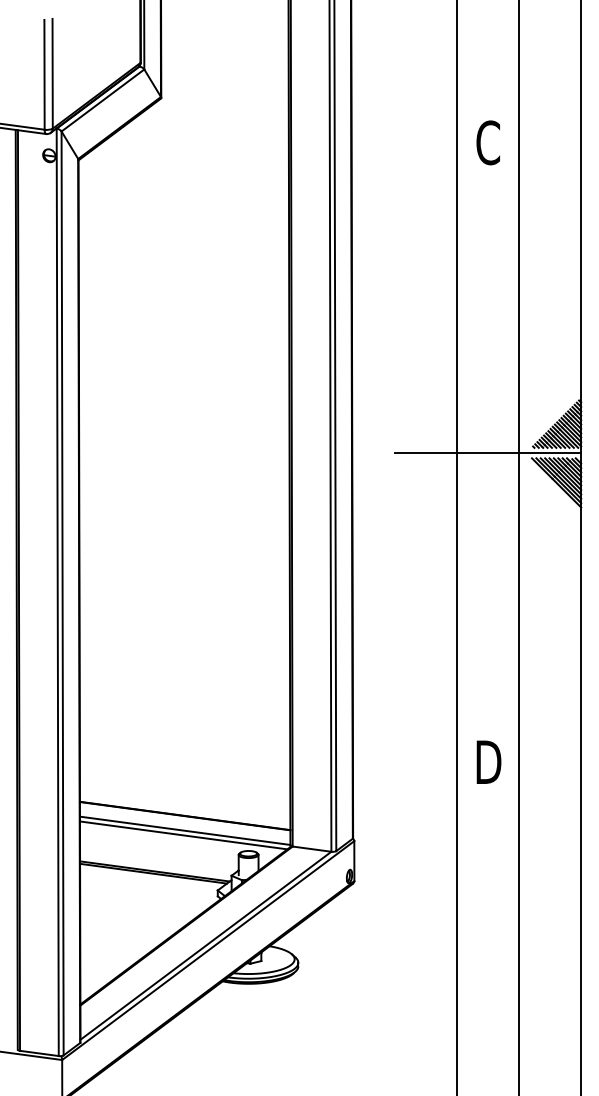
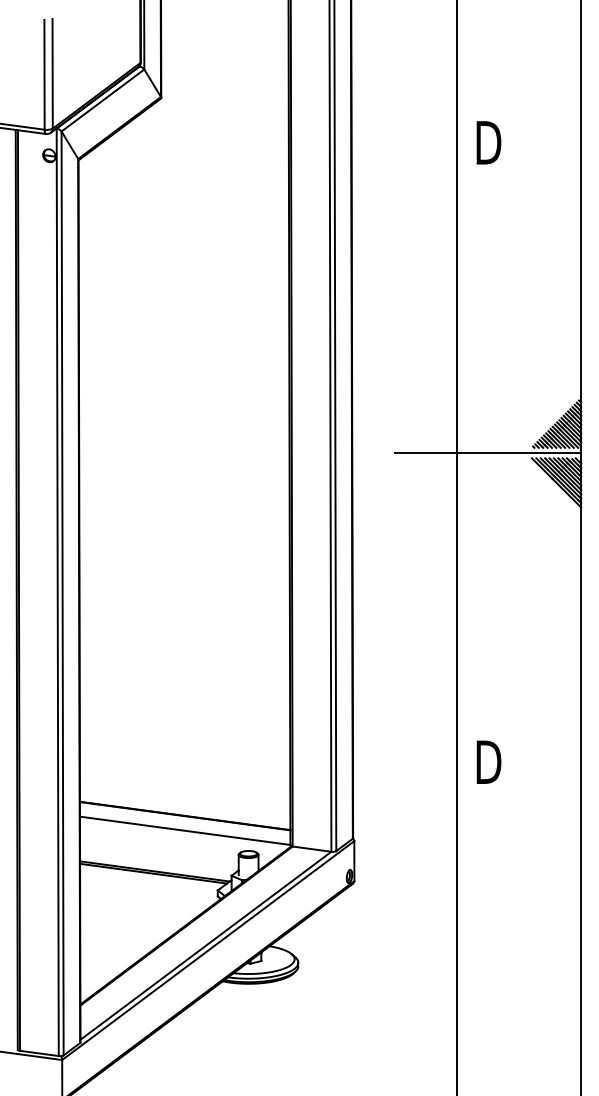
text at (488, 142): C -> D
line at (519, 547): present -> none
line at (183, 835): present -> none
